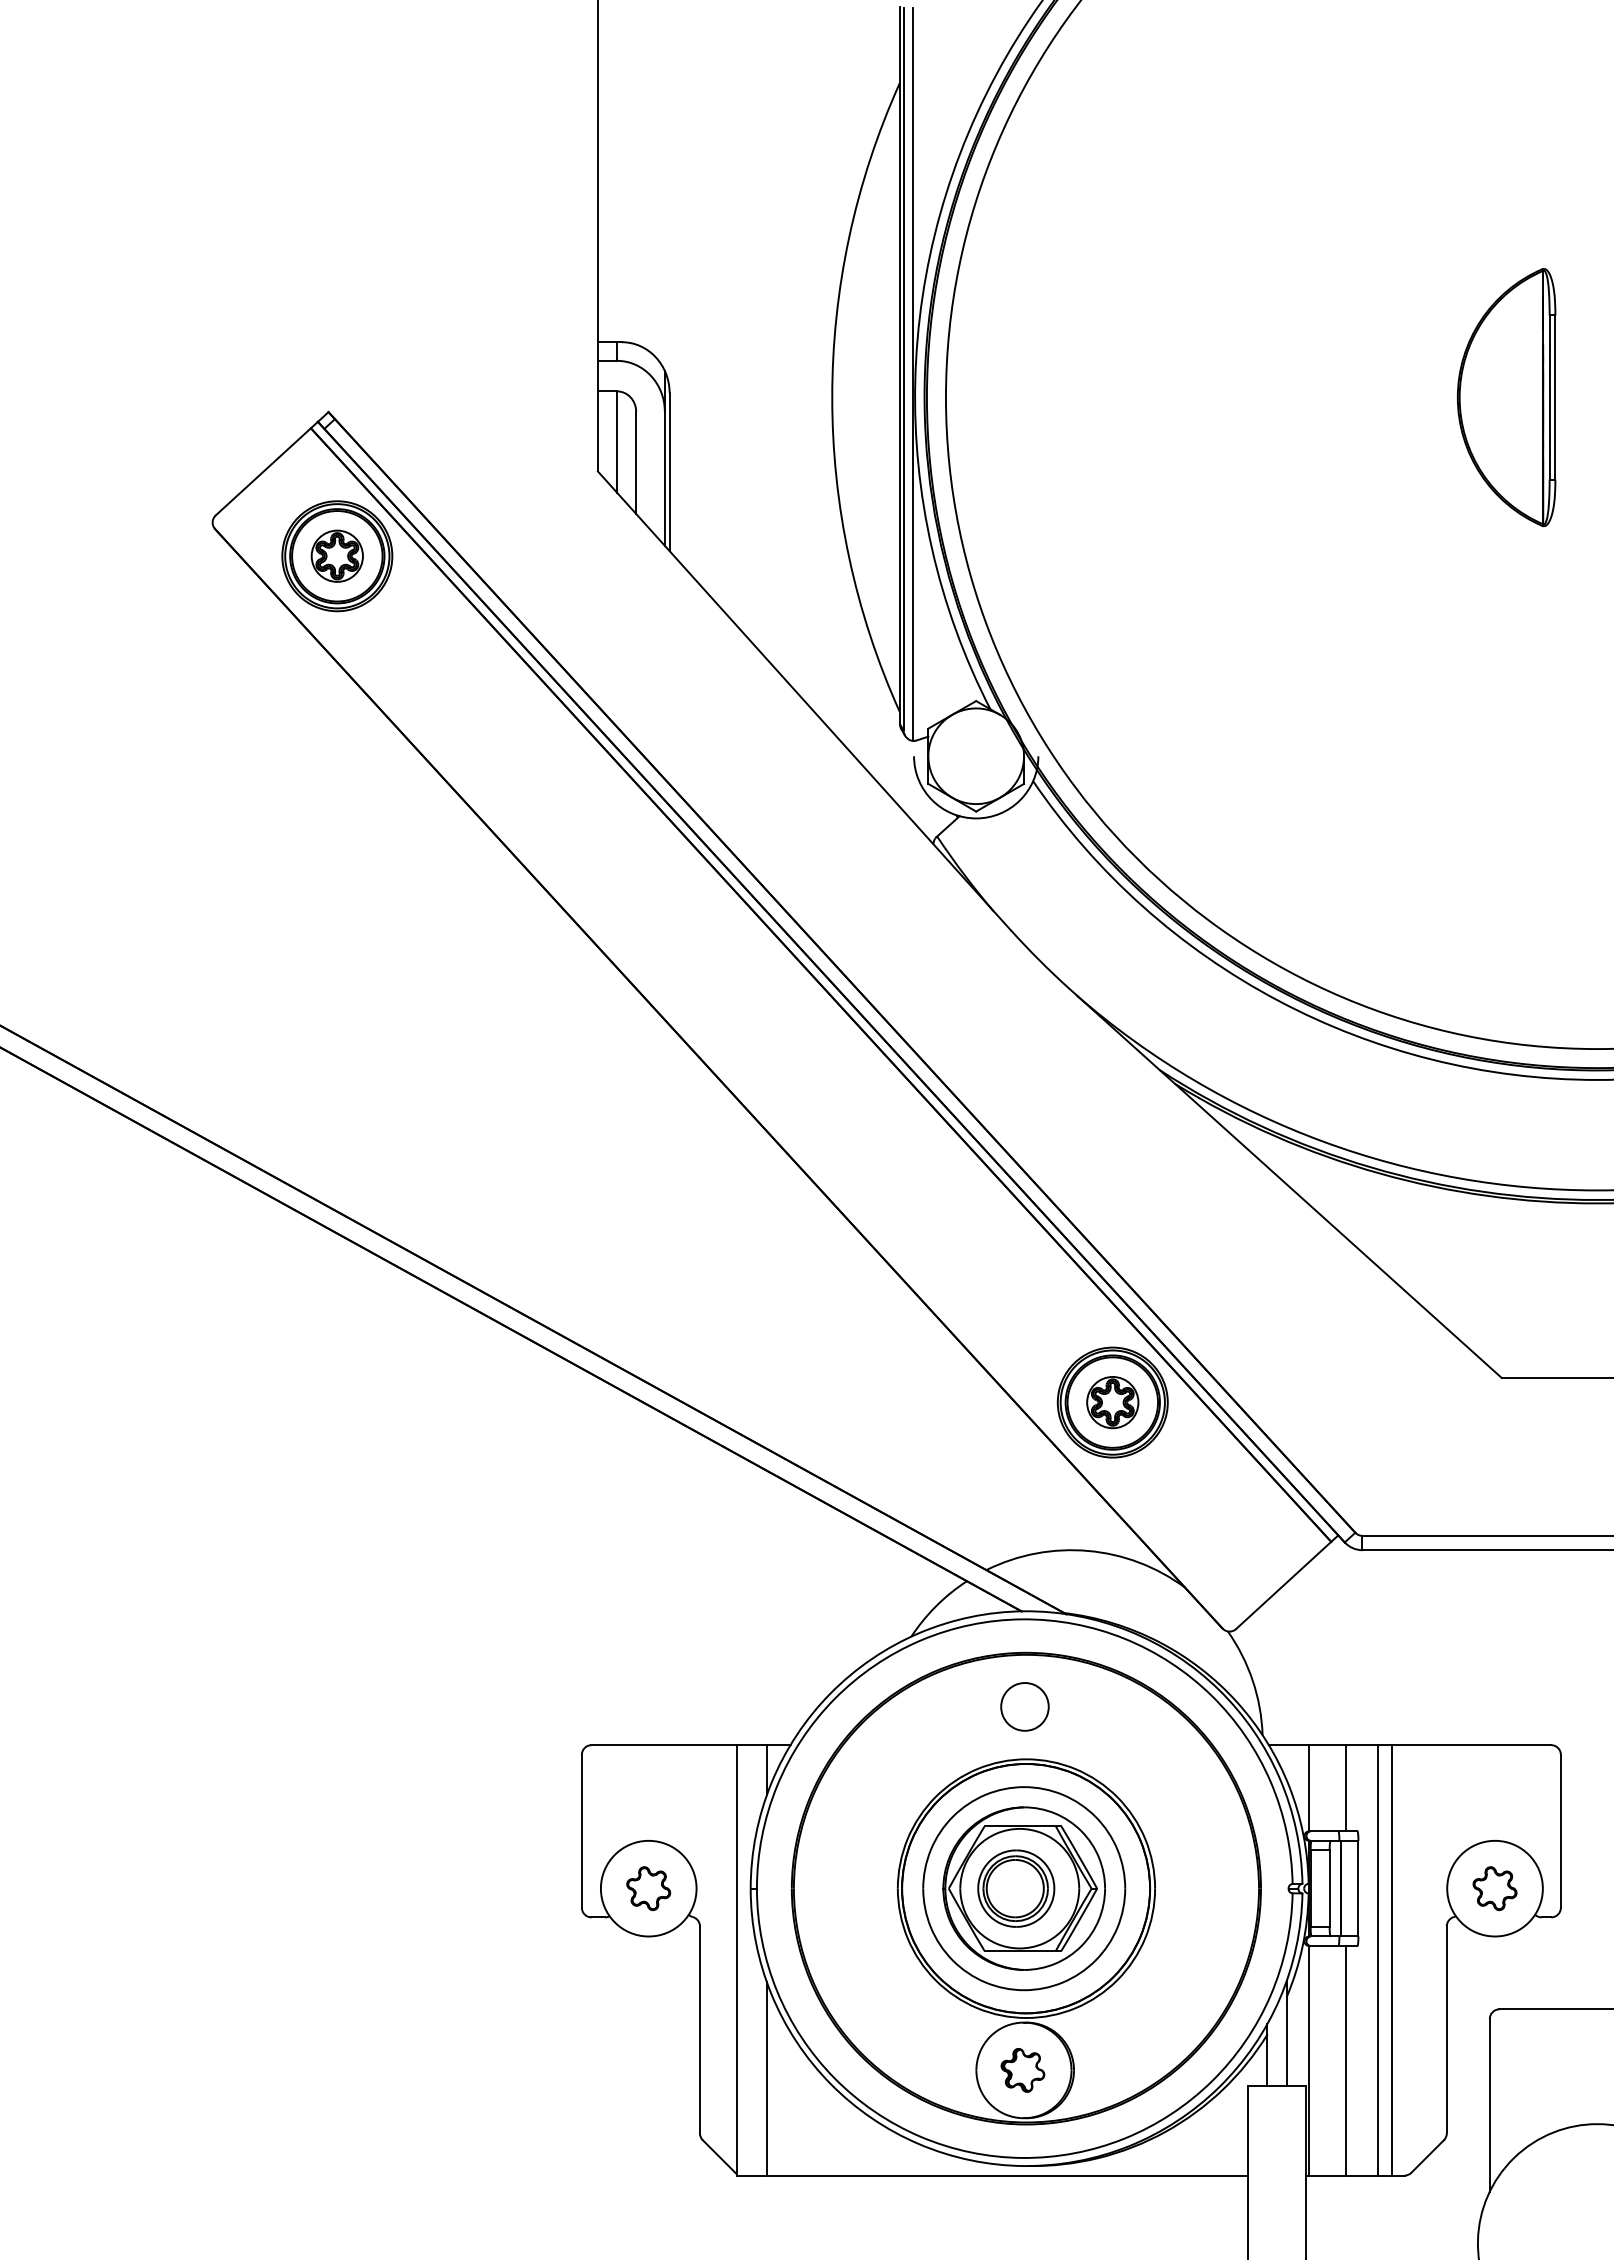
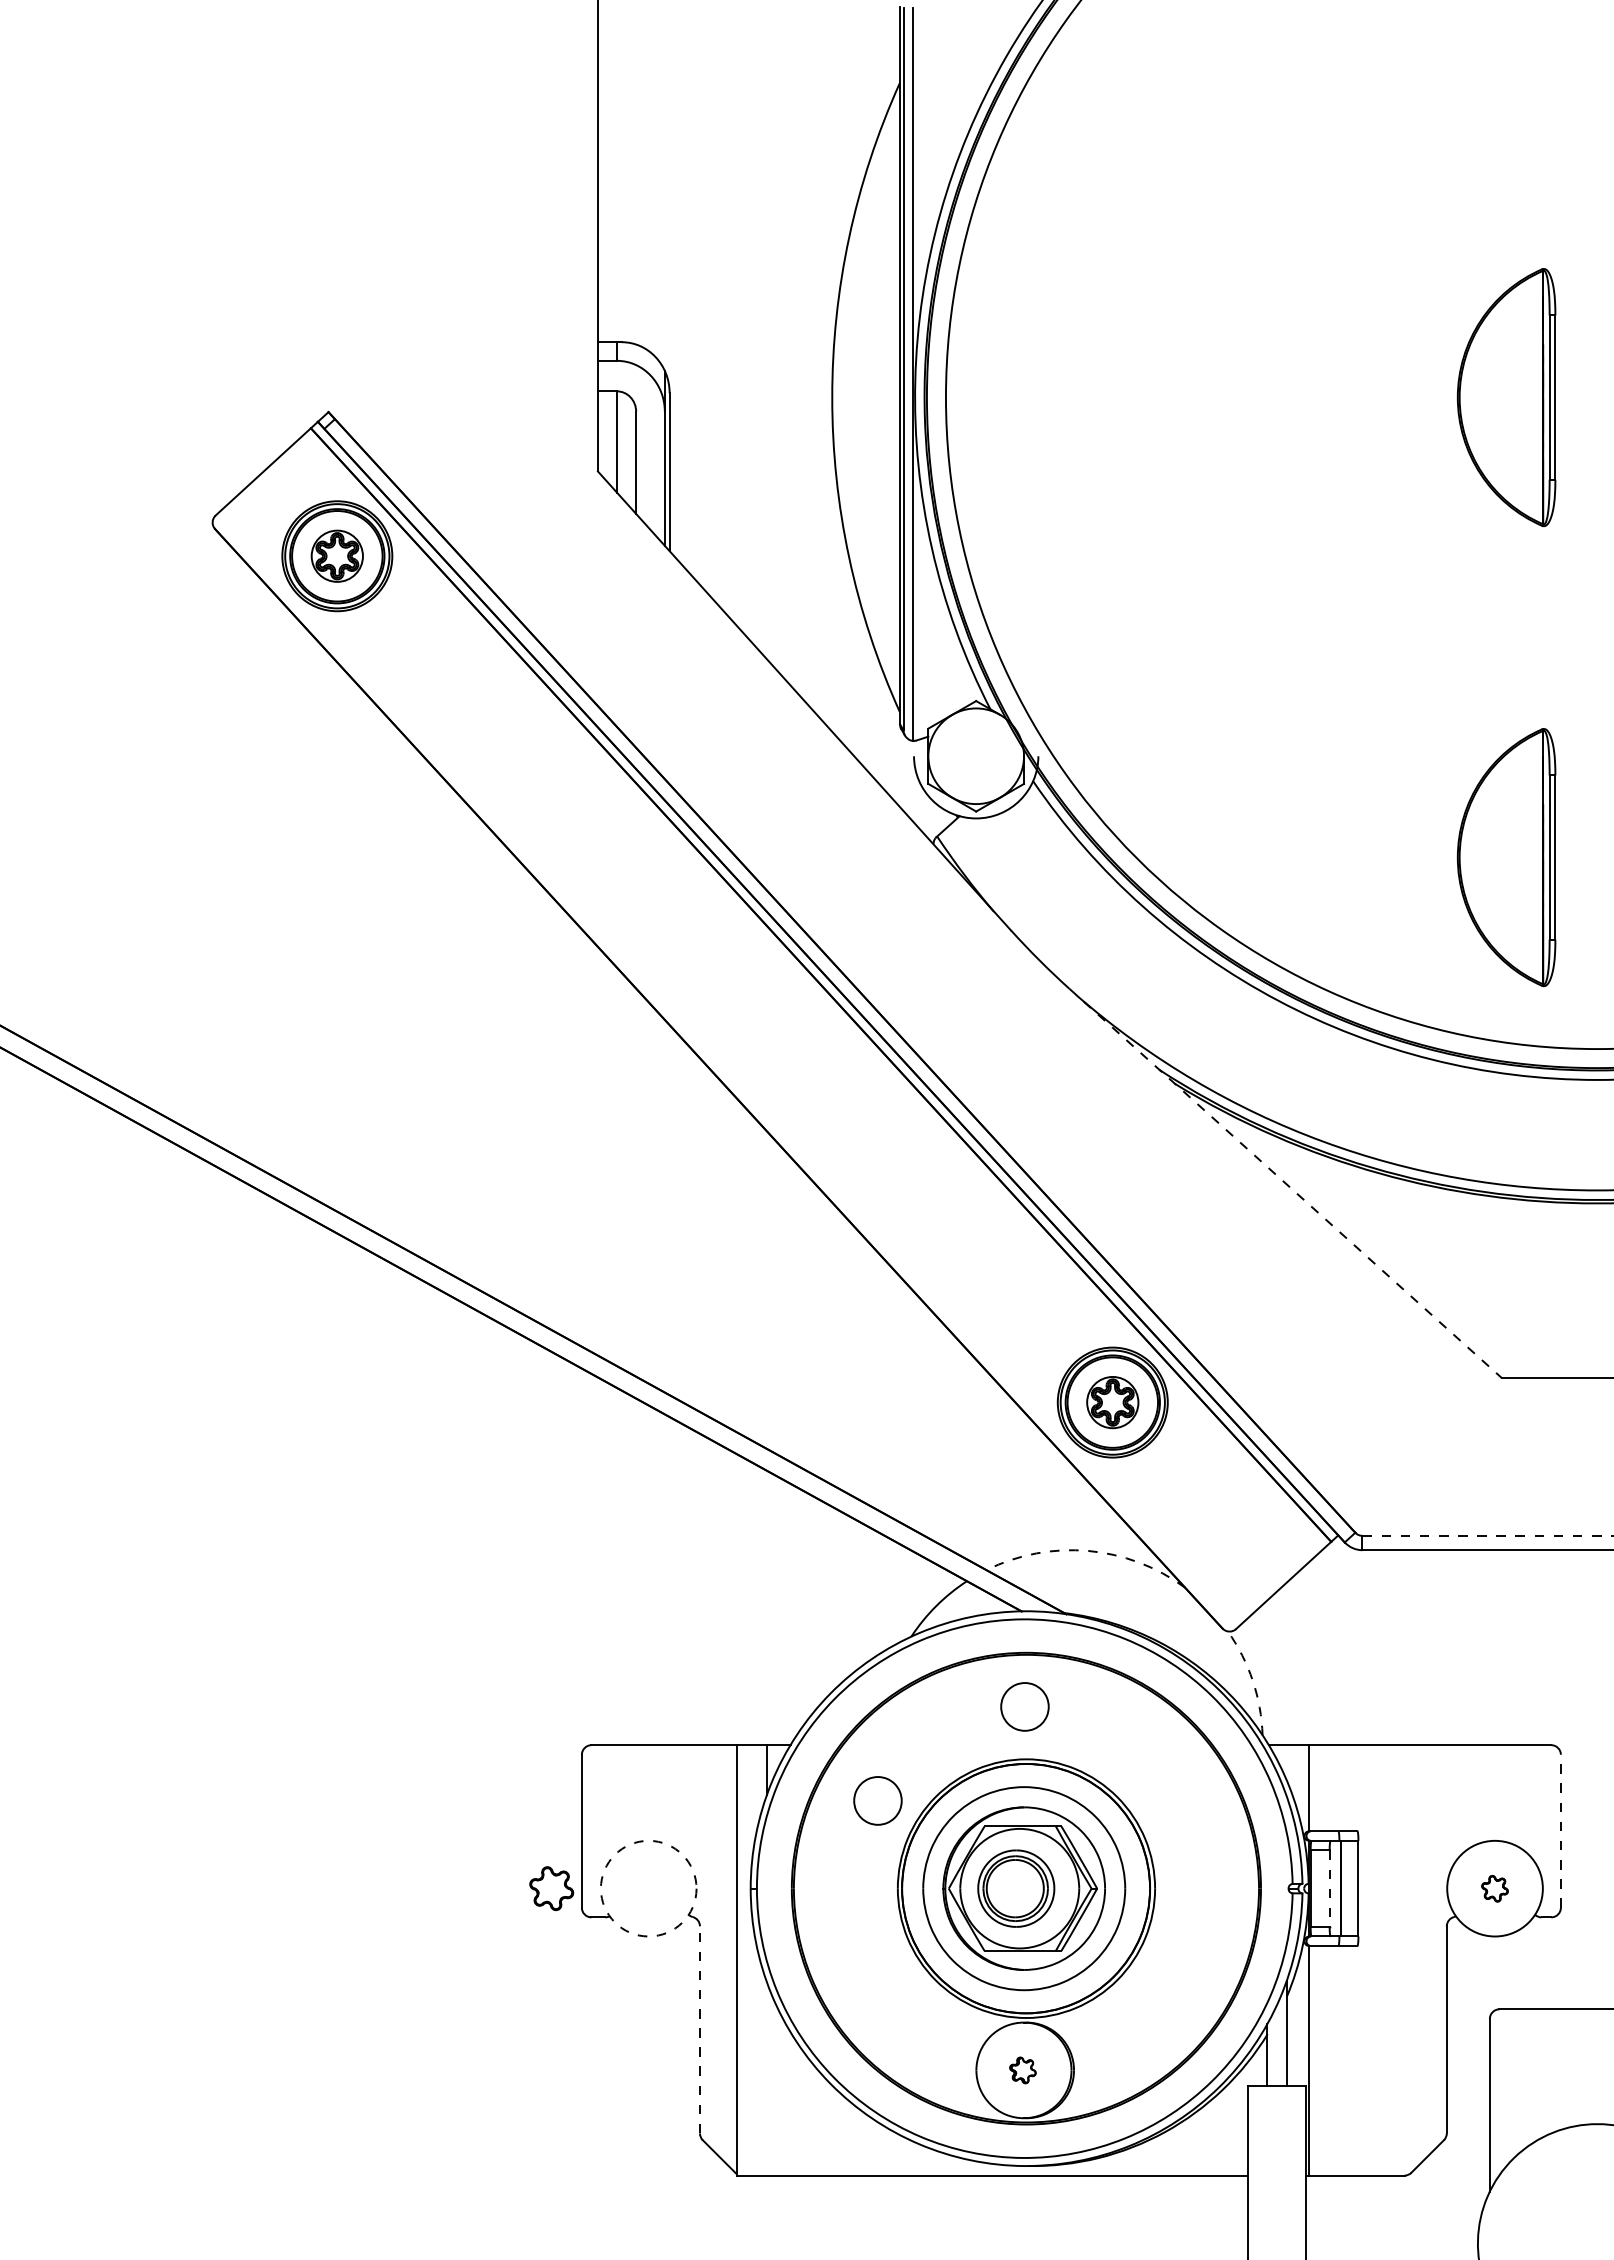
part at (1506, 857): none -> present
line at (1285, 1183): solid -> dashed
line at (1488, 1535): solid -> dashed
arc at (1088, 1550): solid -> dashed
arc at (1252, 1680): solid -> dashed
line at (1346, 1788): present -> none
part at (877, 1800): none -> present
line at (1560, 1831): solid -> dashed
circle at (648, 1888): solid -> dashed
part at (648, 1888) position: (648, 1888) -> (551, 1888)
part at (1494, 1888) size: 46x46 px -> 28x28 px
line at (1329, 1889): solid -> dashed
line at (1377, 1960): present -> none
line at (1392, 1960): present -> none
line at (699, 2029): solid -> dashed
line at (1346, 2060): present -> none
part at (1022, 2070) size: 46x45 px -> 28x29 px
line at (766, 2078): present -> none
